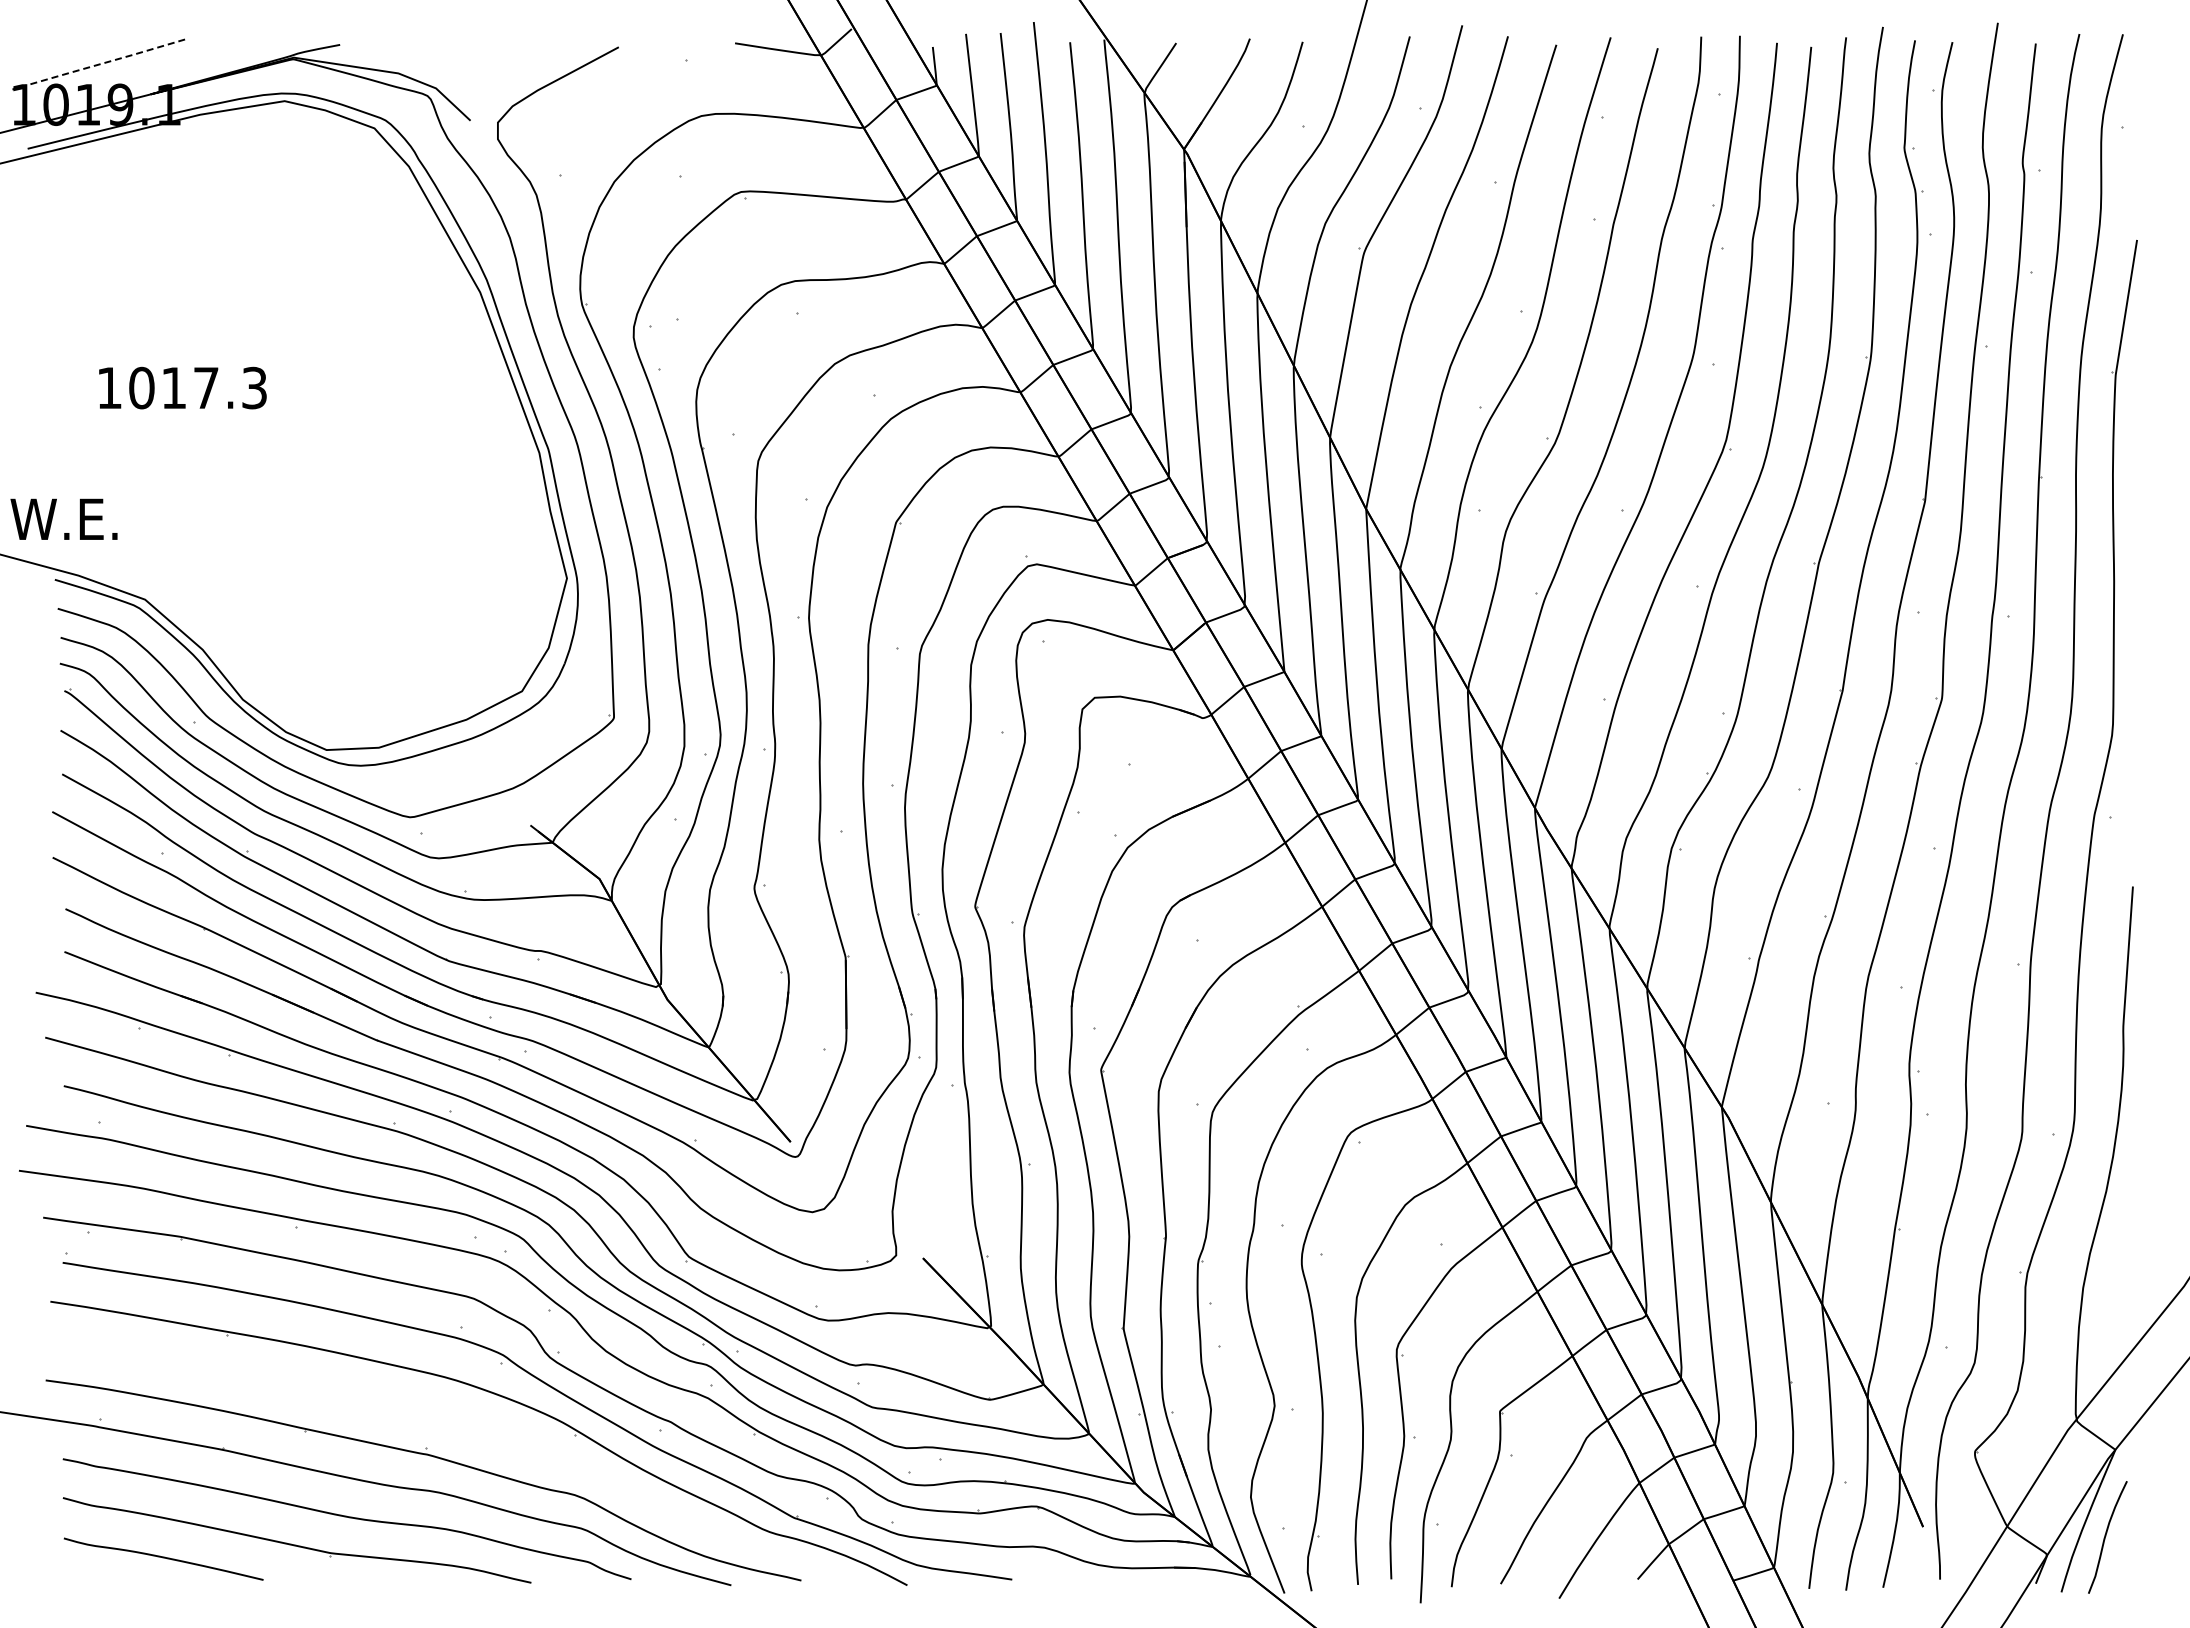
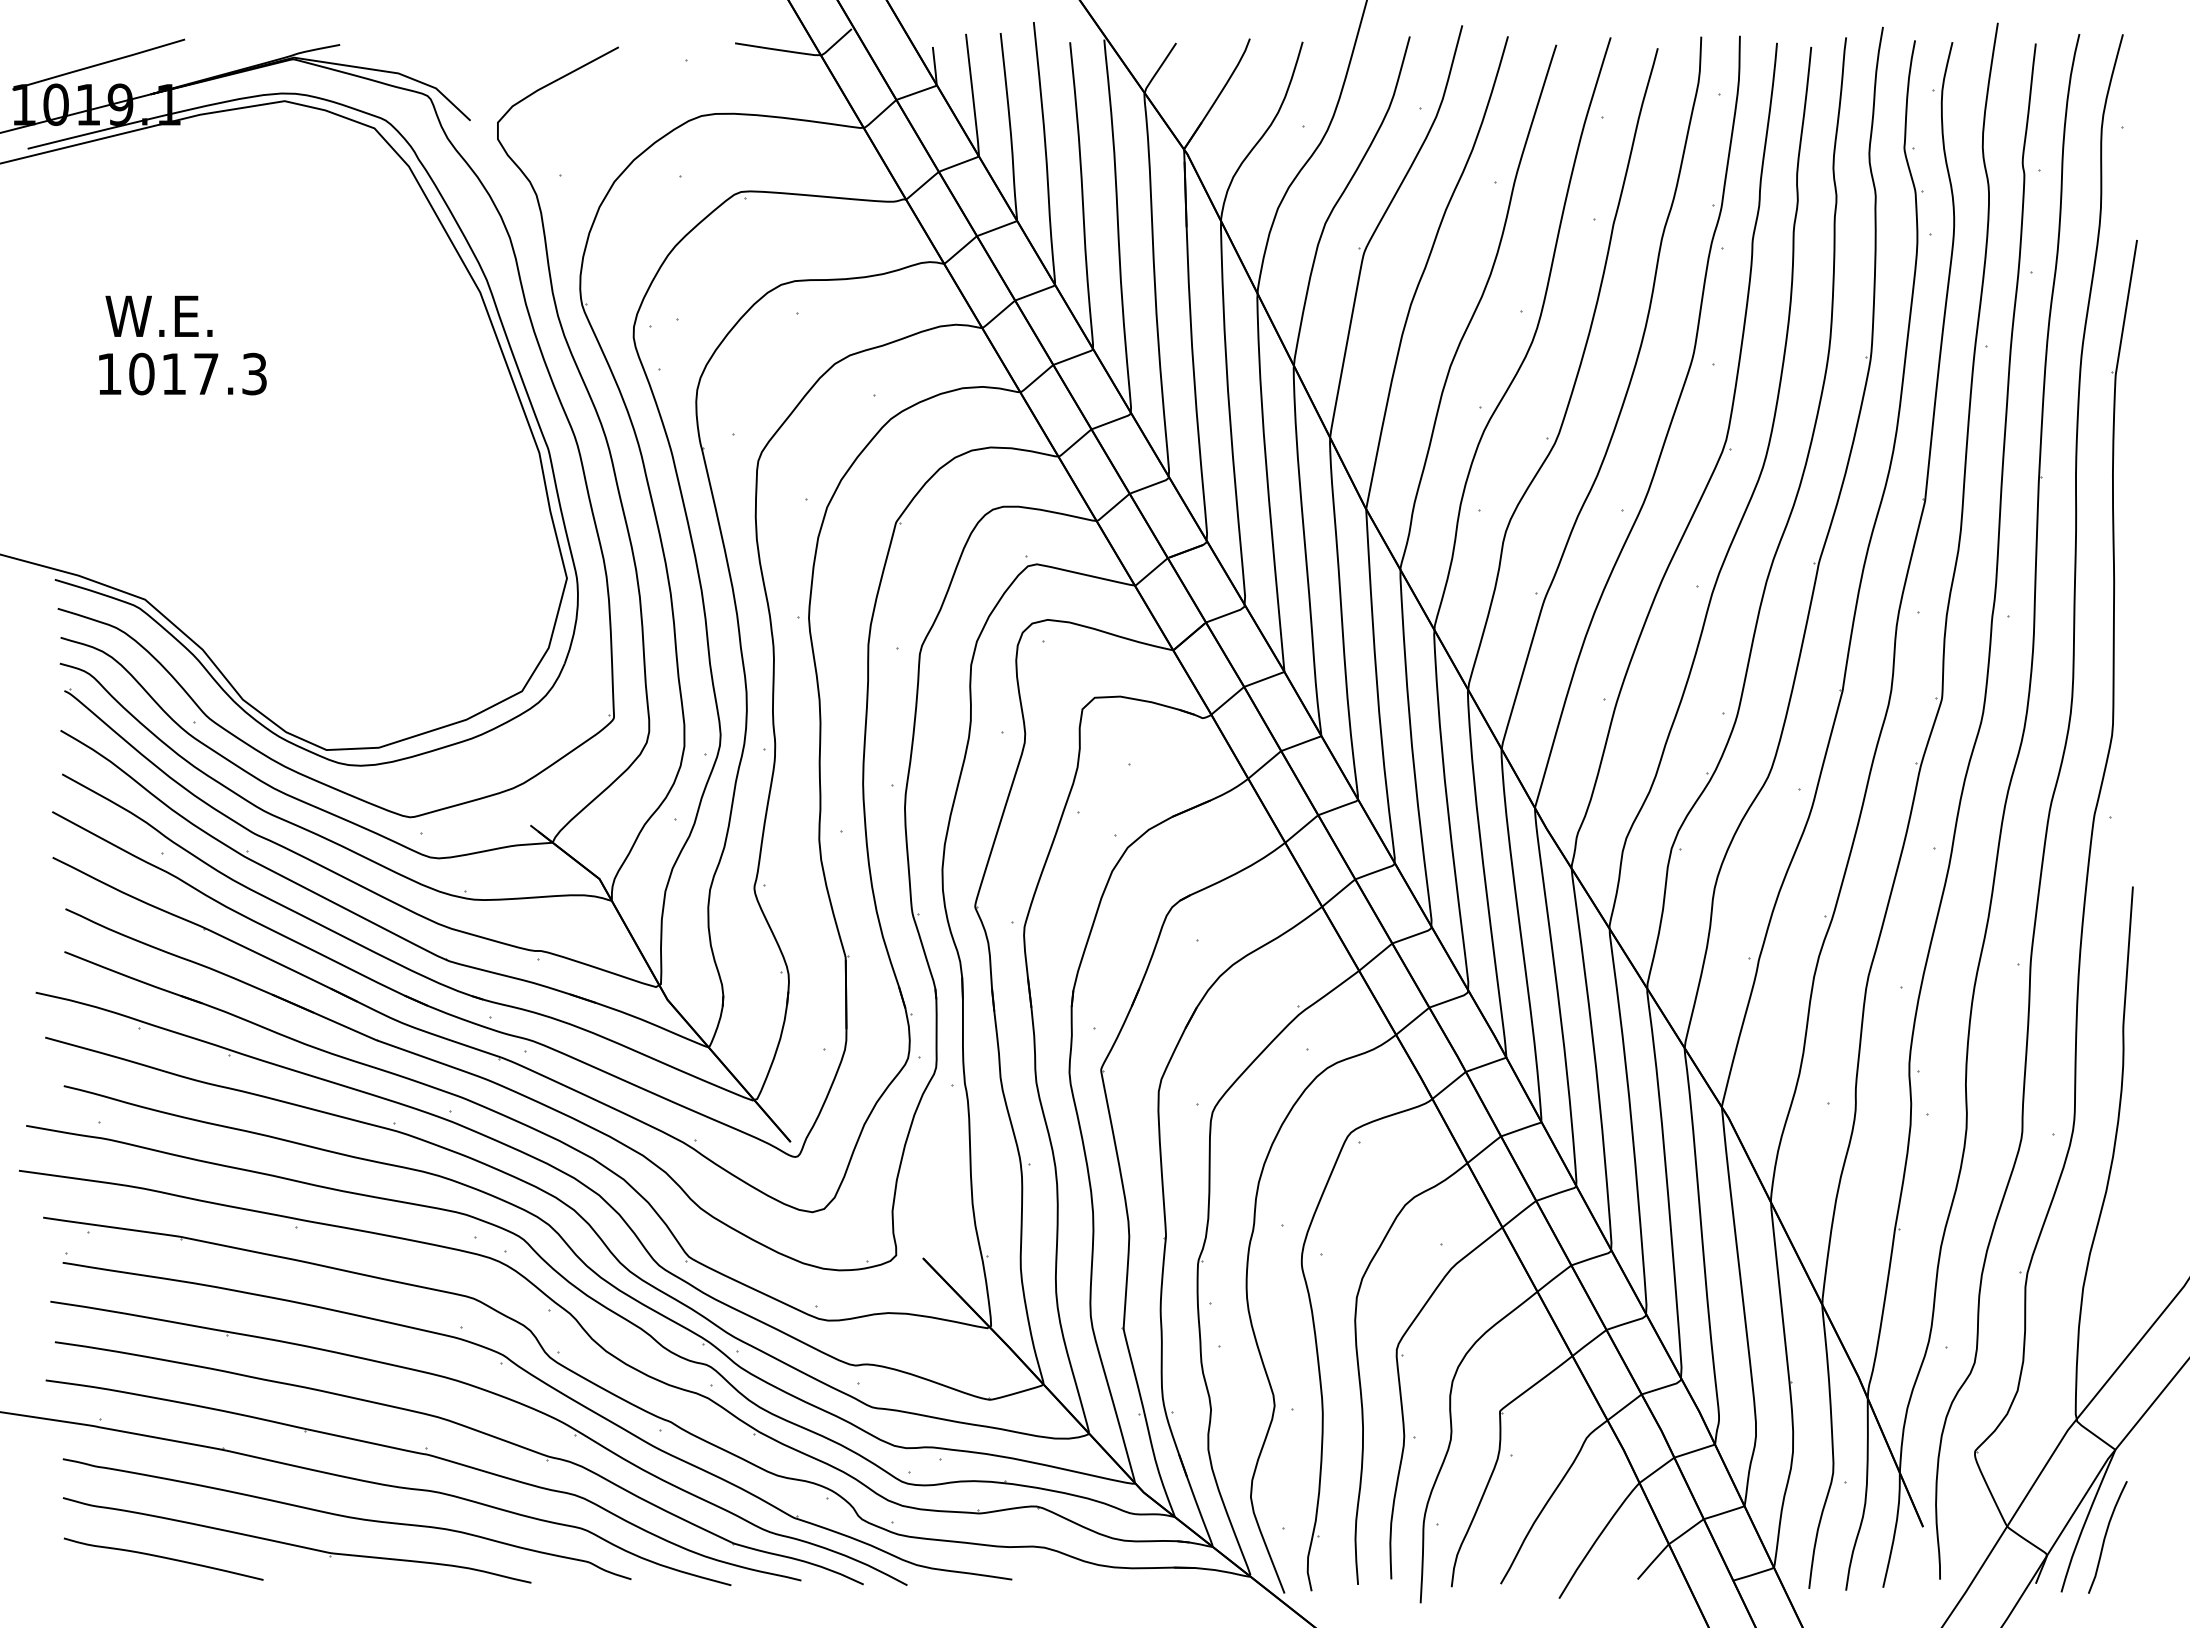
line at (98, 64): dashed -> solid
text at (182, 387) position: (182, 387) -> (182, 373)
text at (63, 518) position: (63, 518) -> (158, 315)
part at (470, 1429): none -> present
